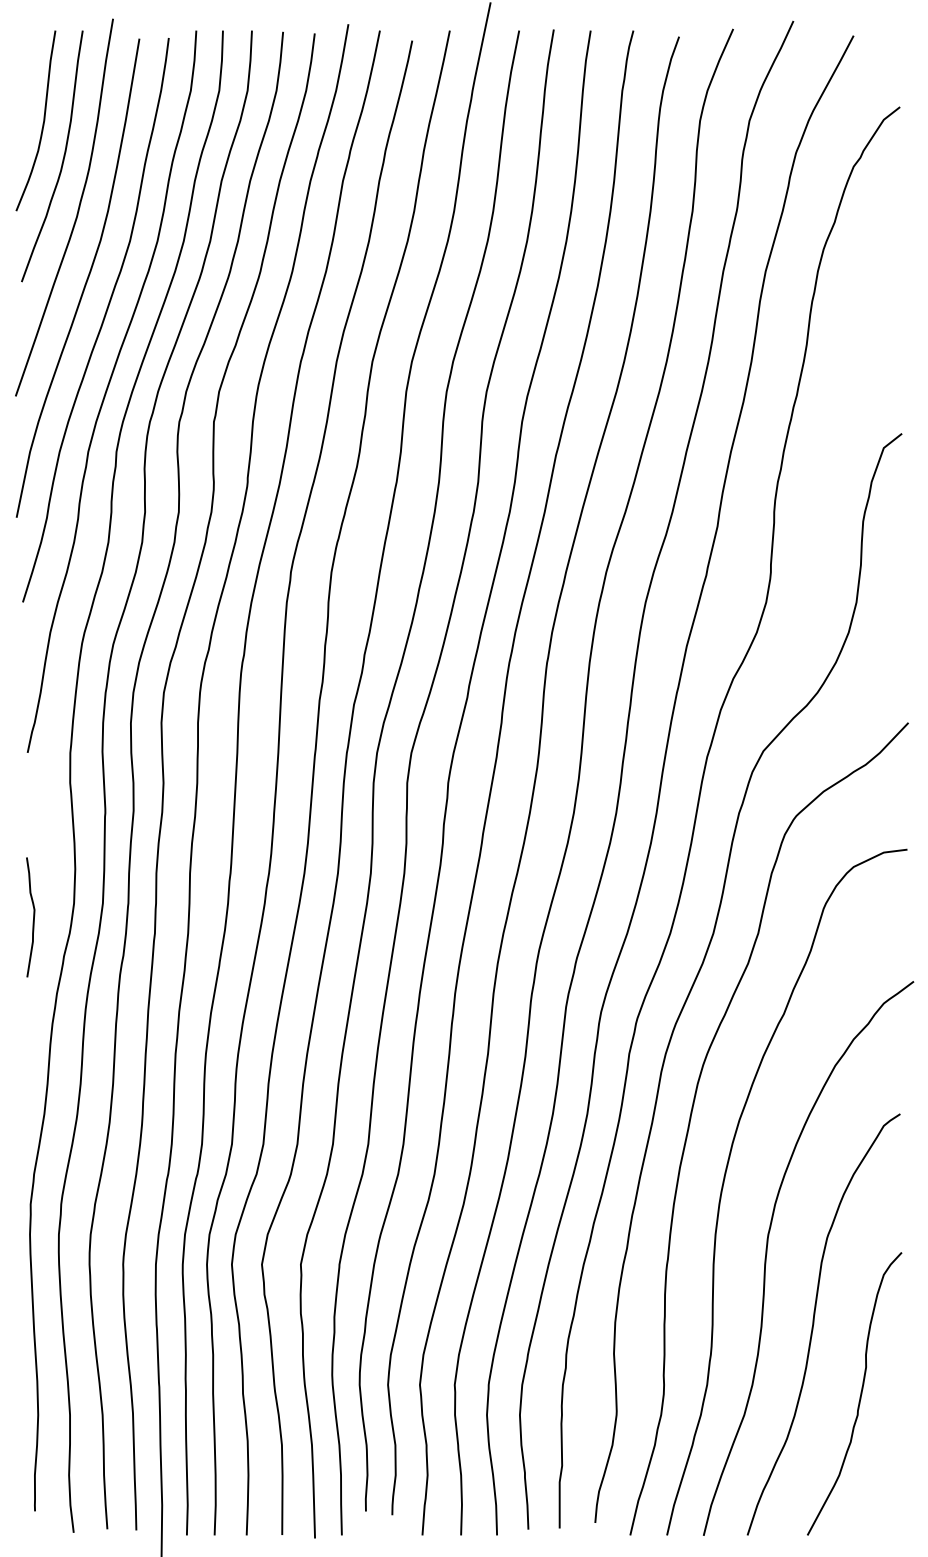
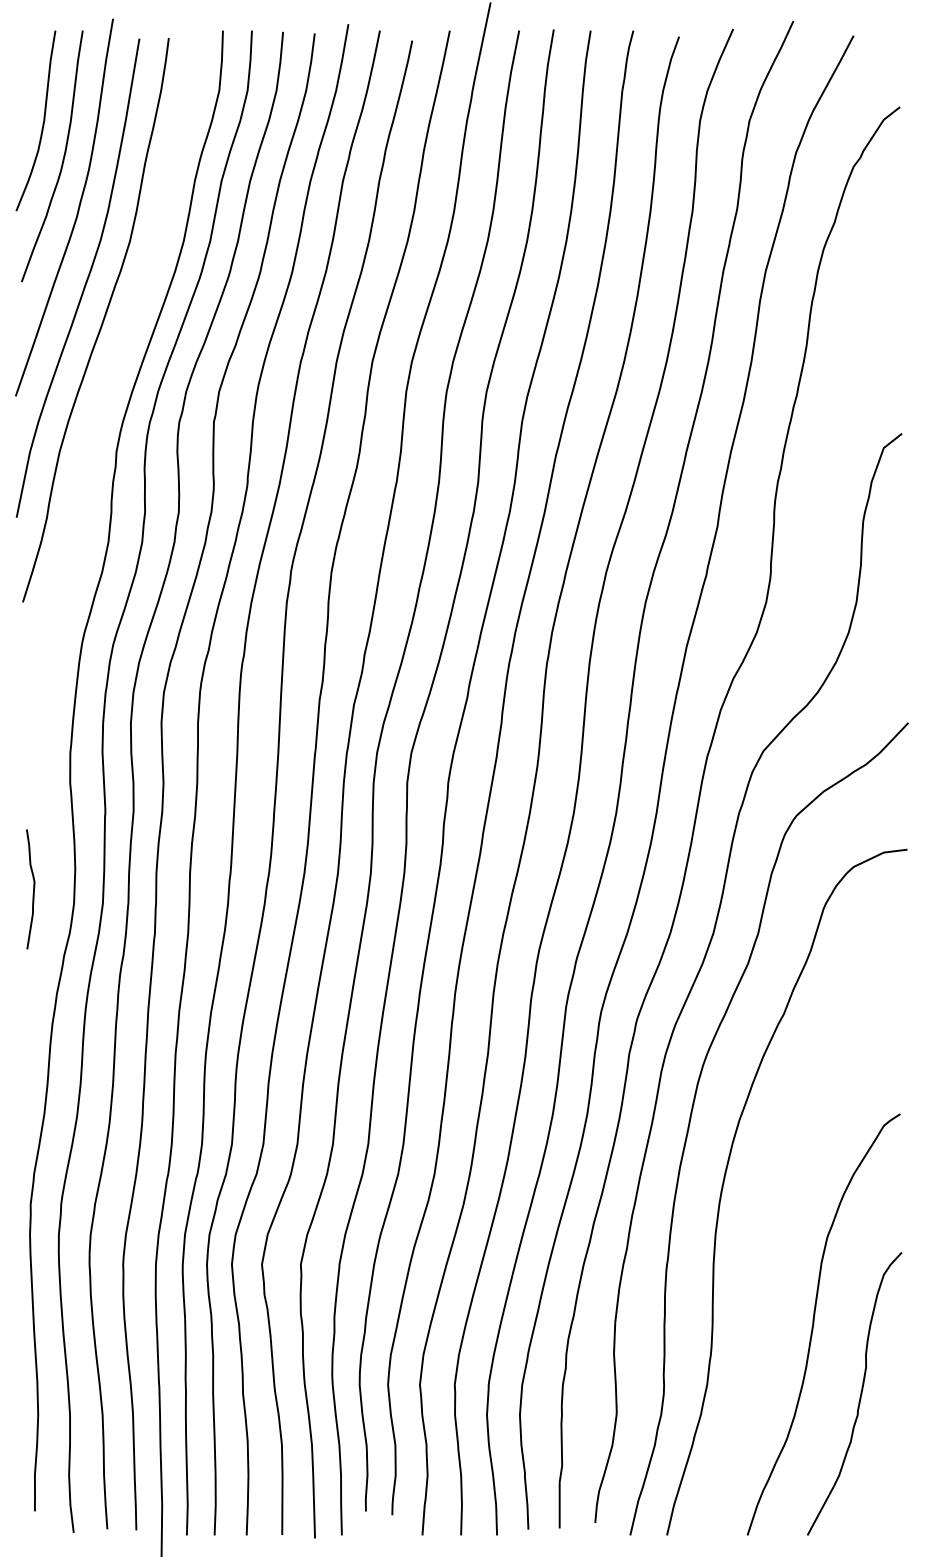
curve at (107, 391): present -> none
curve at (33, 917) position: (33, 917) -> (33, 889)
curve at (767, 1254): present -> none
